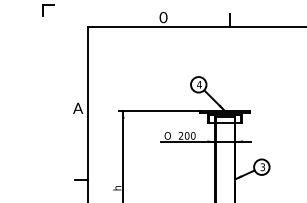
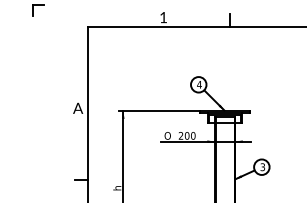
part at (48, 10) position: (48, 10) -> (38, 10)
text at (163, 17): 0 -> 1
